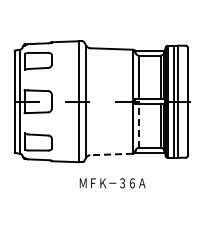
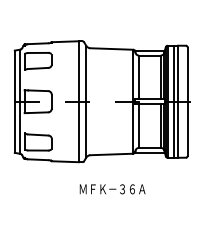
line at (139, 126): dashed -> solid
line at (111, 154): dashed -> solid
text at (112, 183) position: (112, 183) -> (112, 189)
